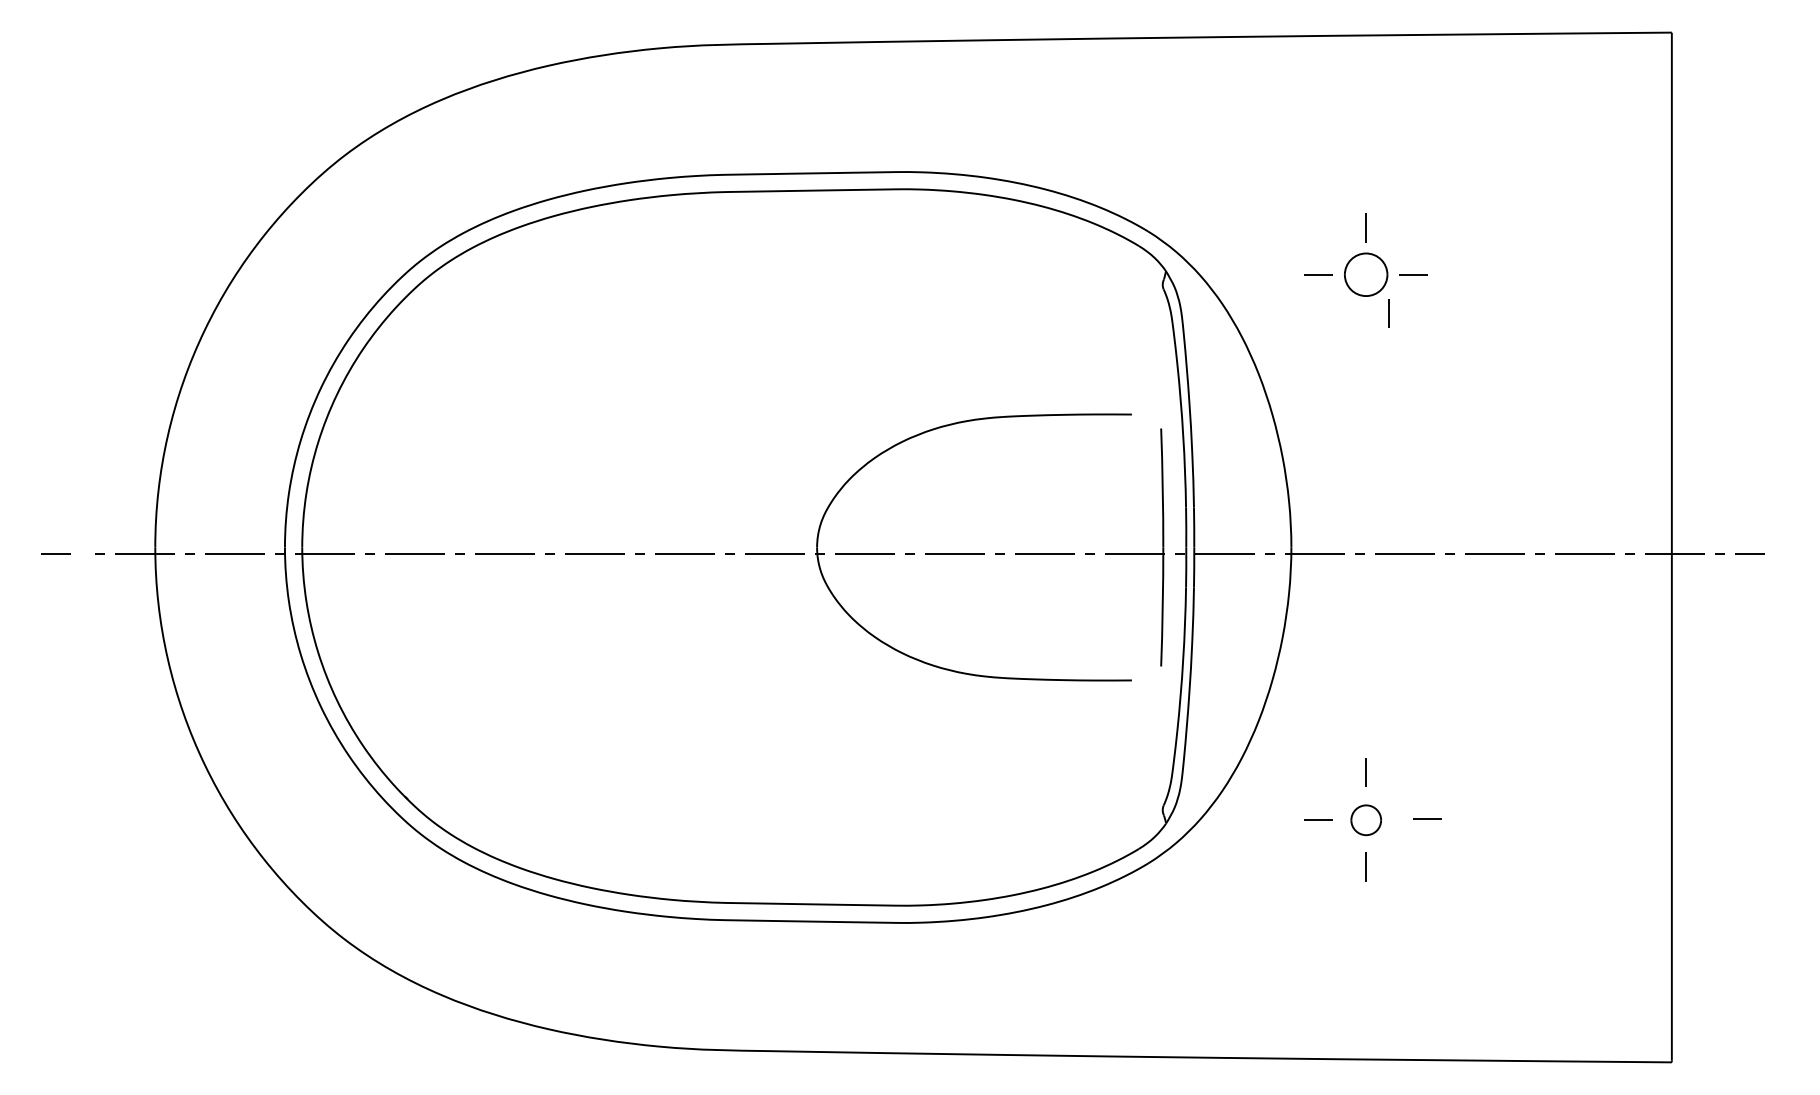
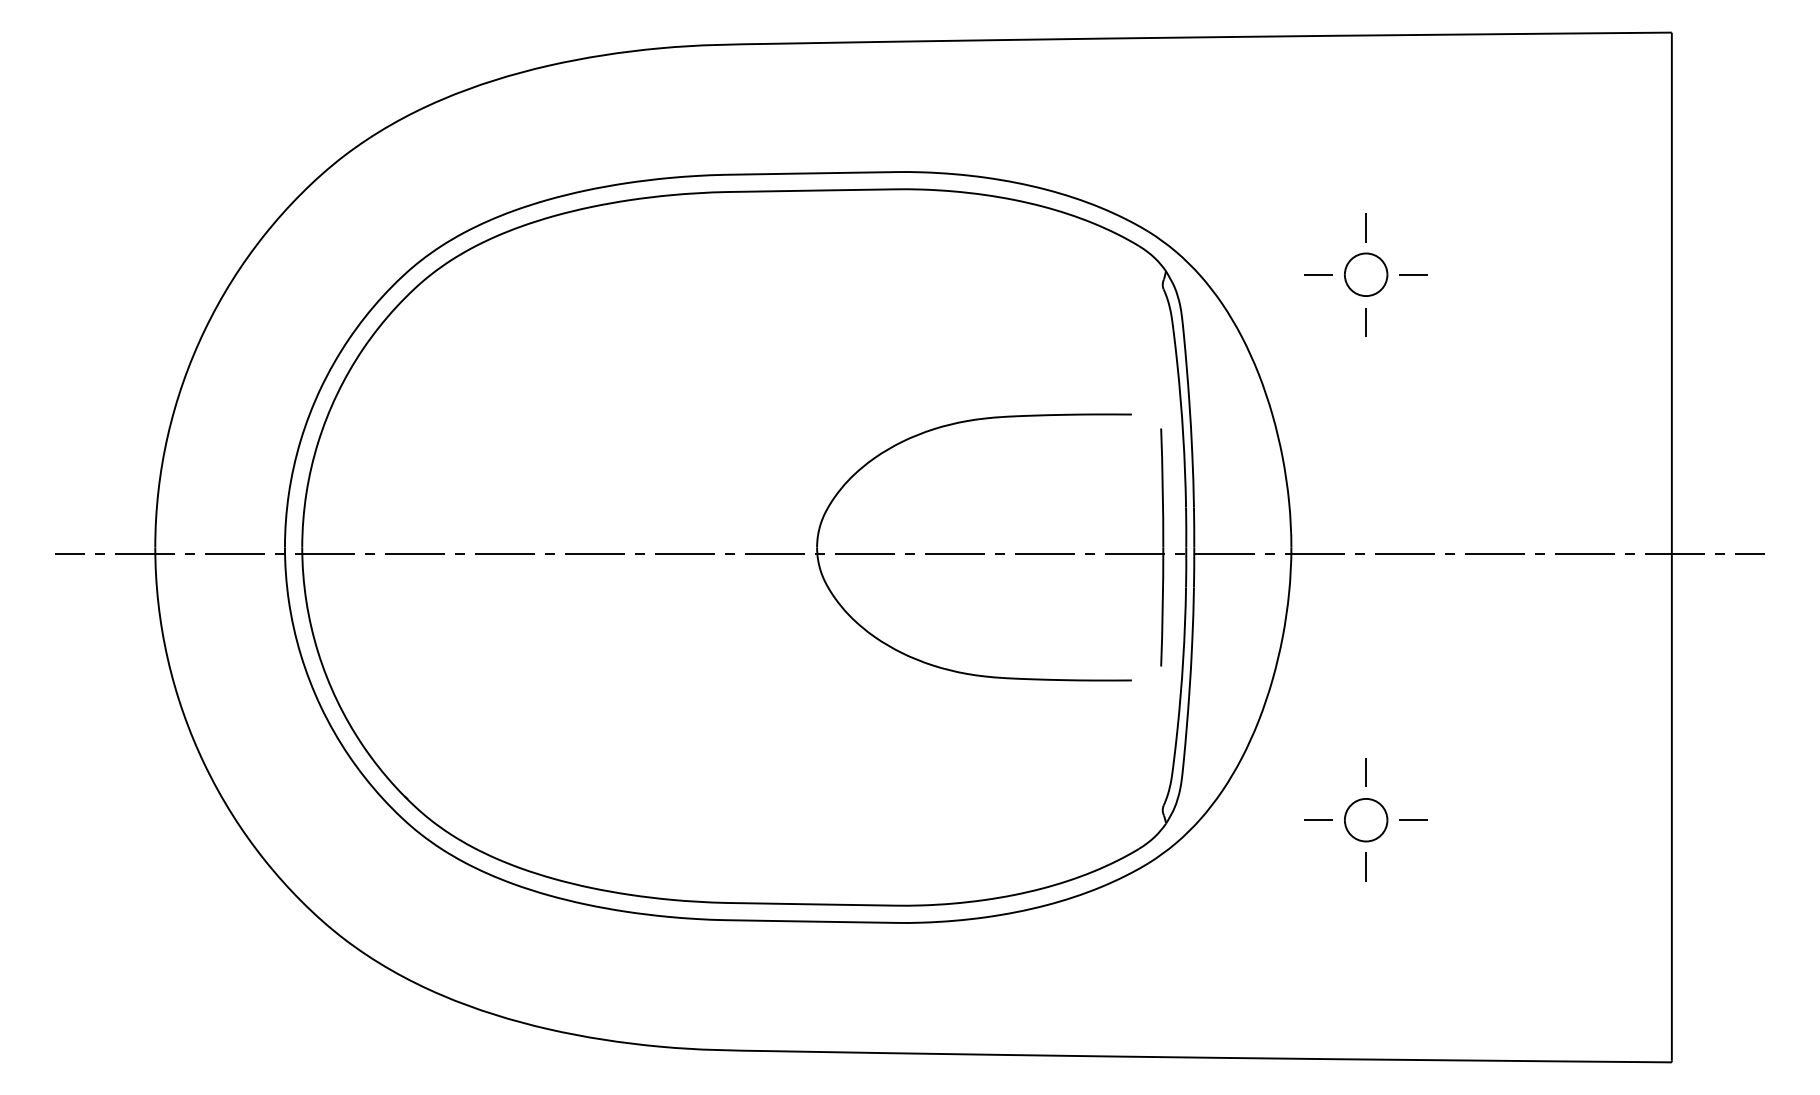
line at (1388, 313) position: (1388, 313) -> (1365, 322)
line at (55, 553) position: (55, 553) -> (69, 553)
line at (1427, 818) position: (1427, 818) -> (1413, 819)
part at (1365, 820) size: 32x33 px -> 45x45 px
